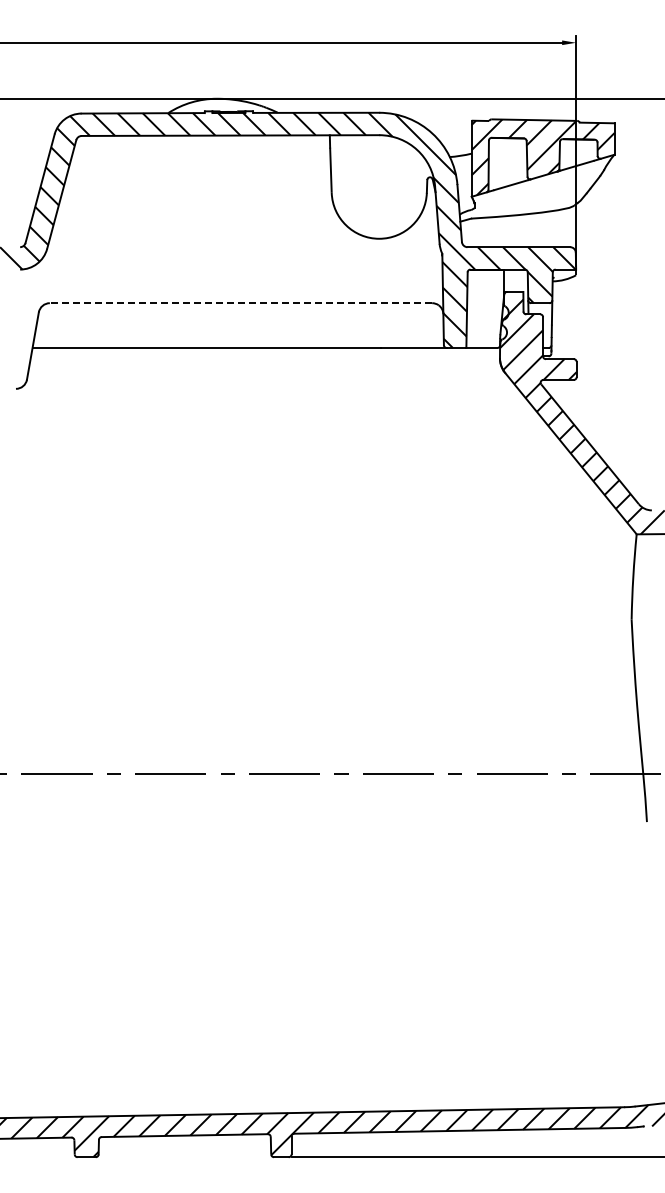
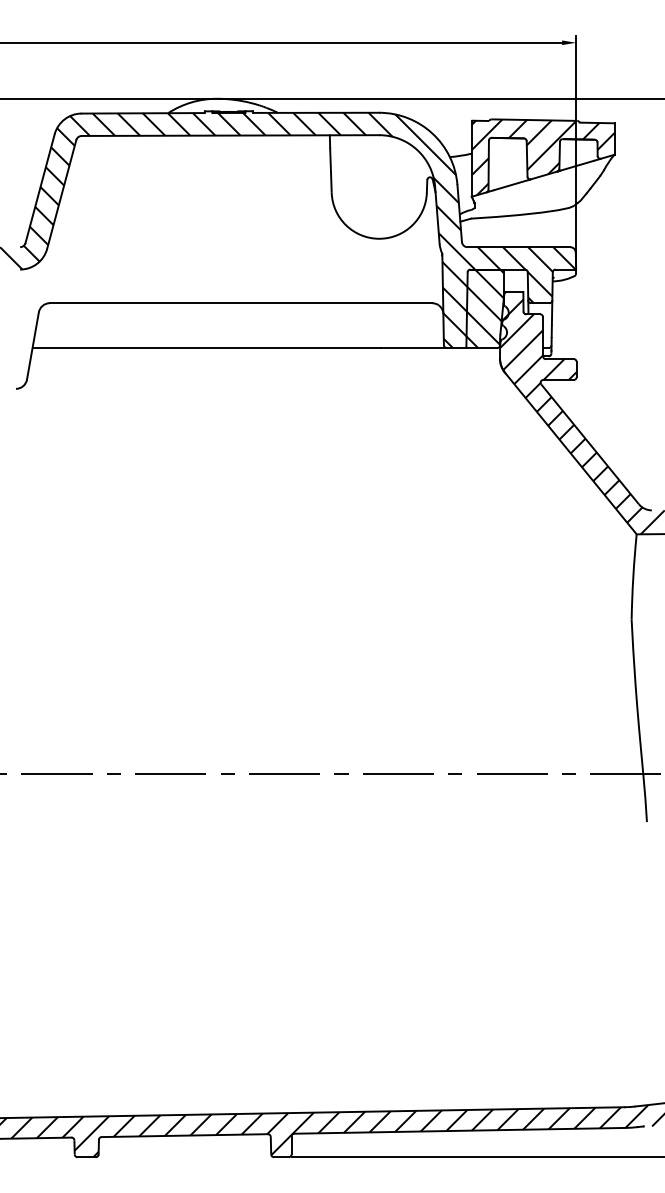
line at (240, 303): dashed -> solid
hatch at (484, 308): none -> present
